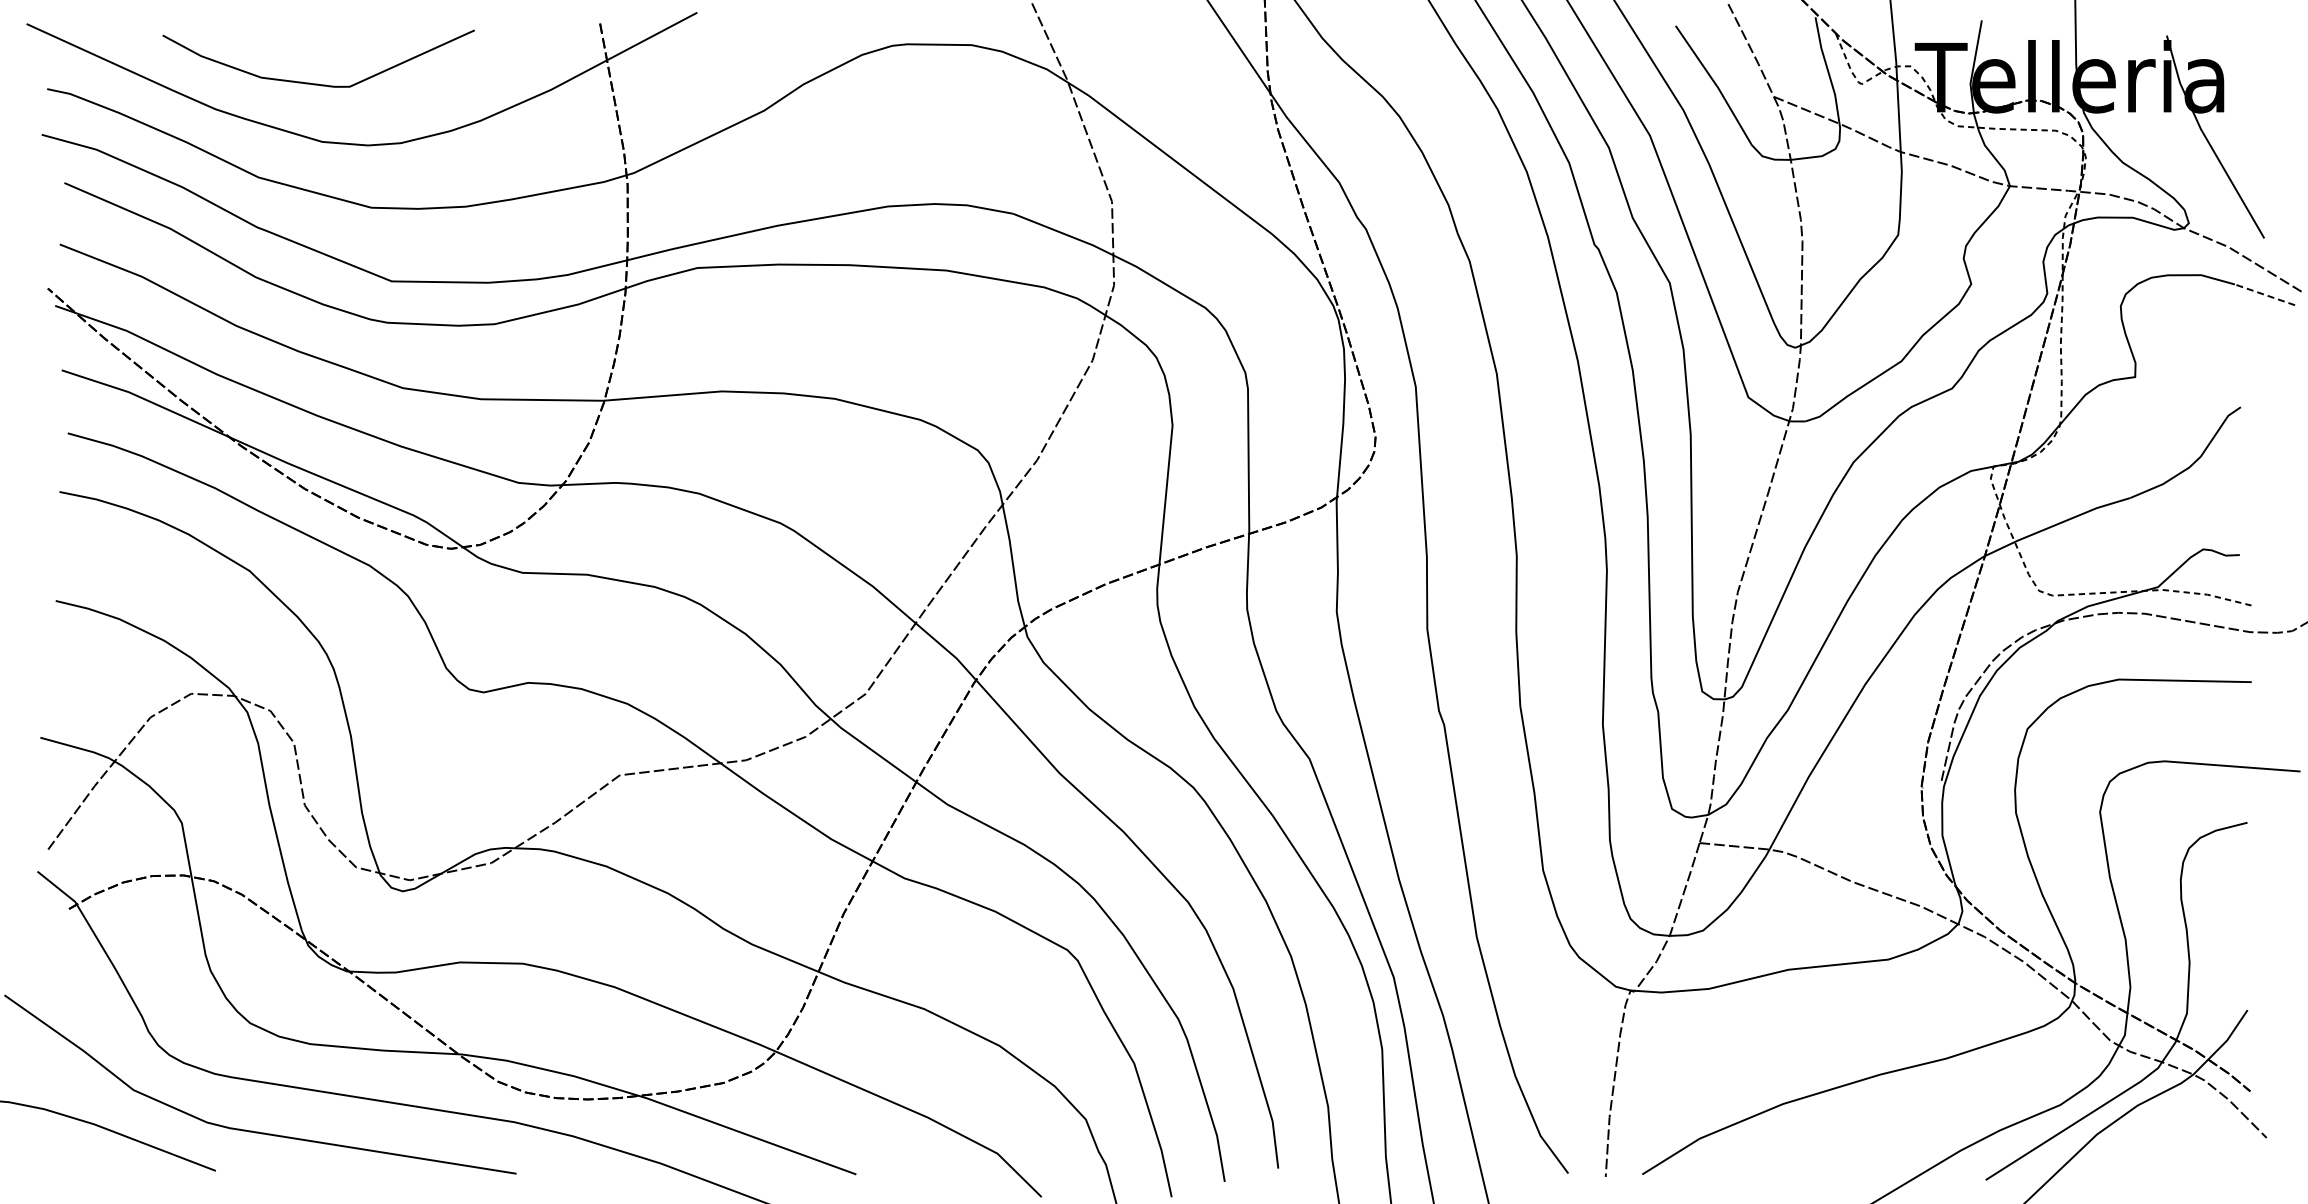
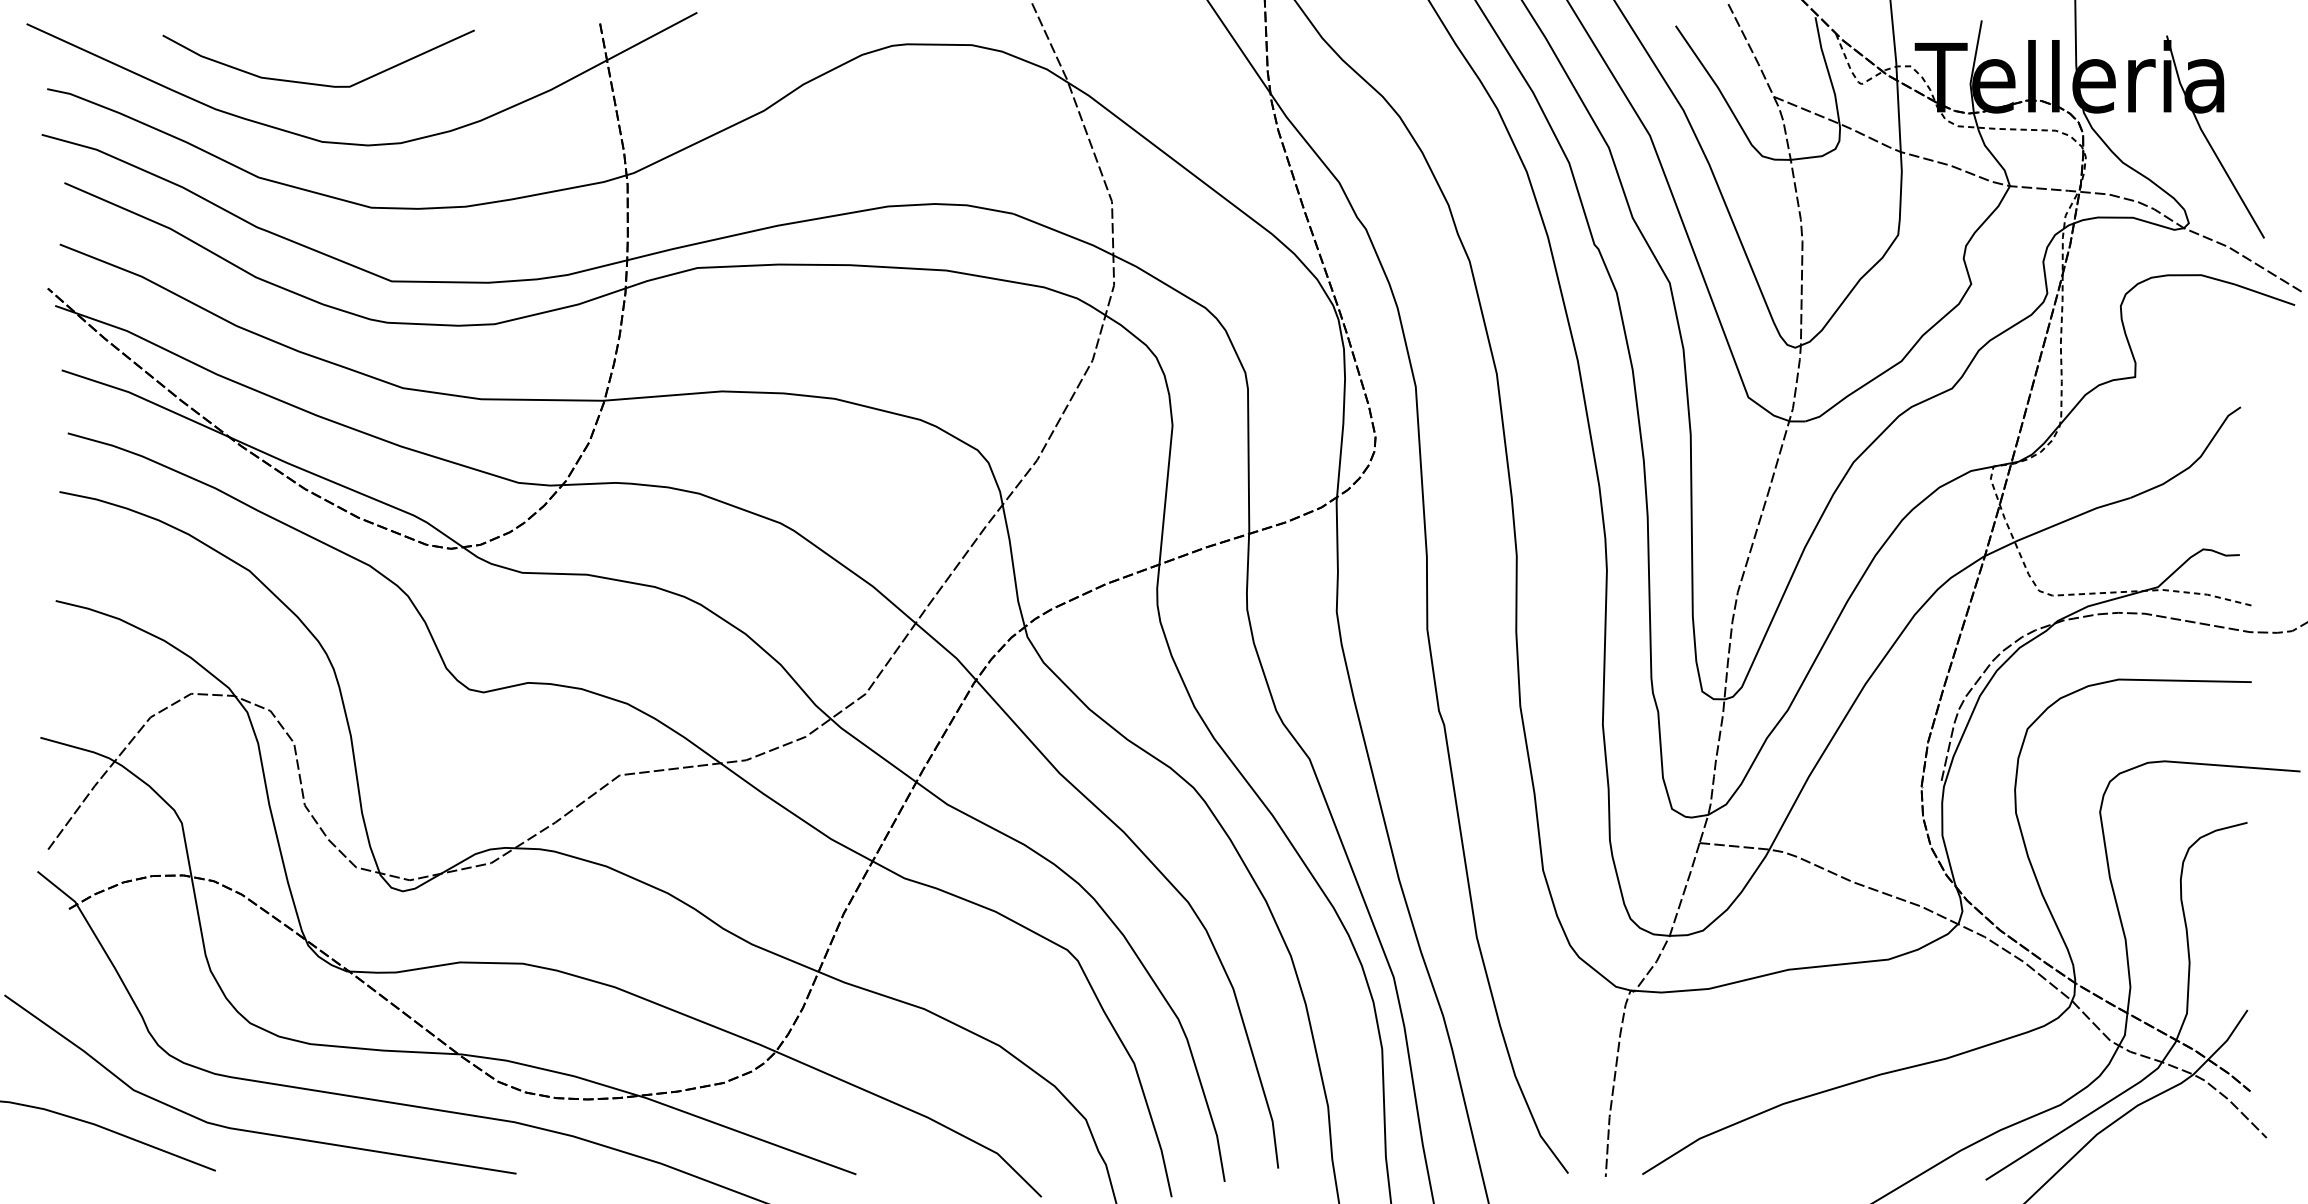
line at (2264, 294): dashed -> solid
